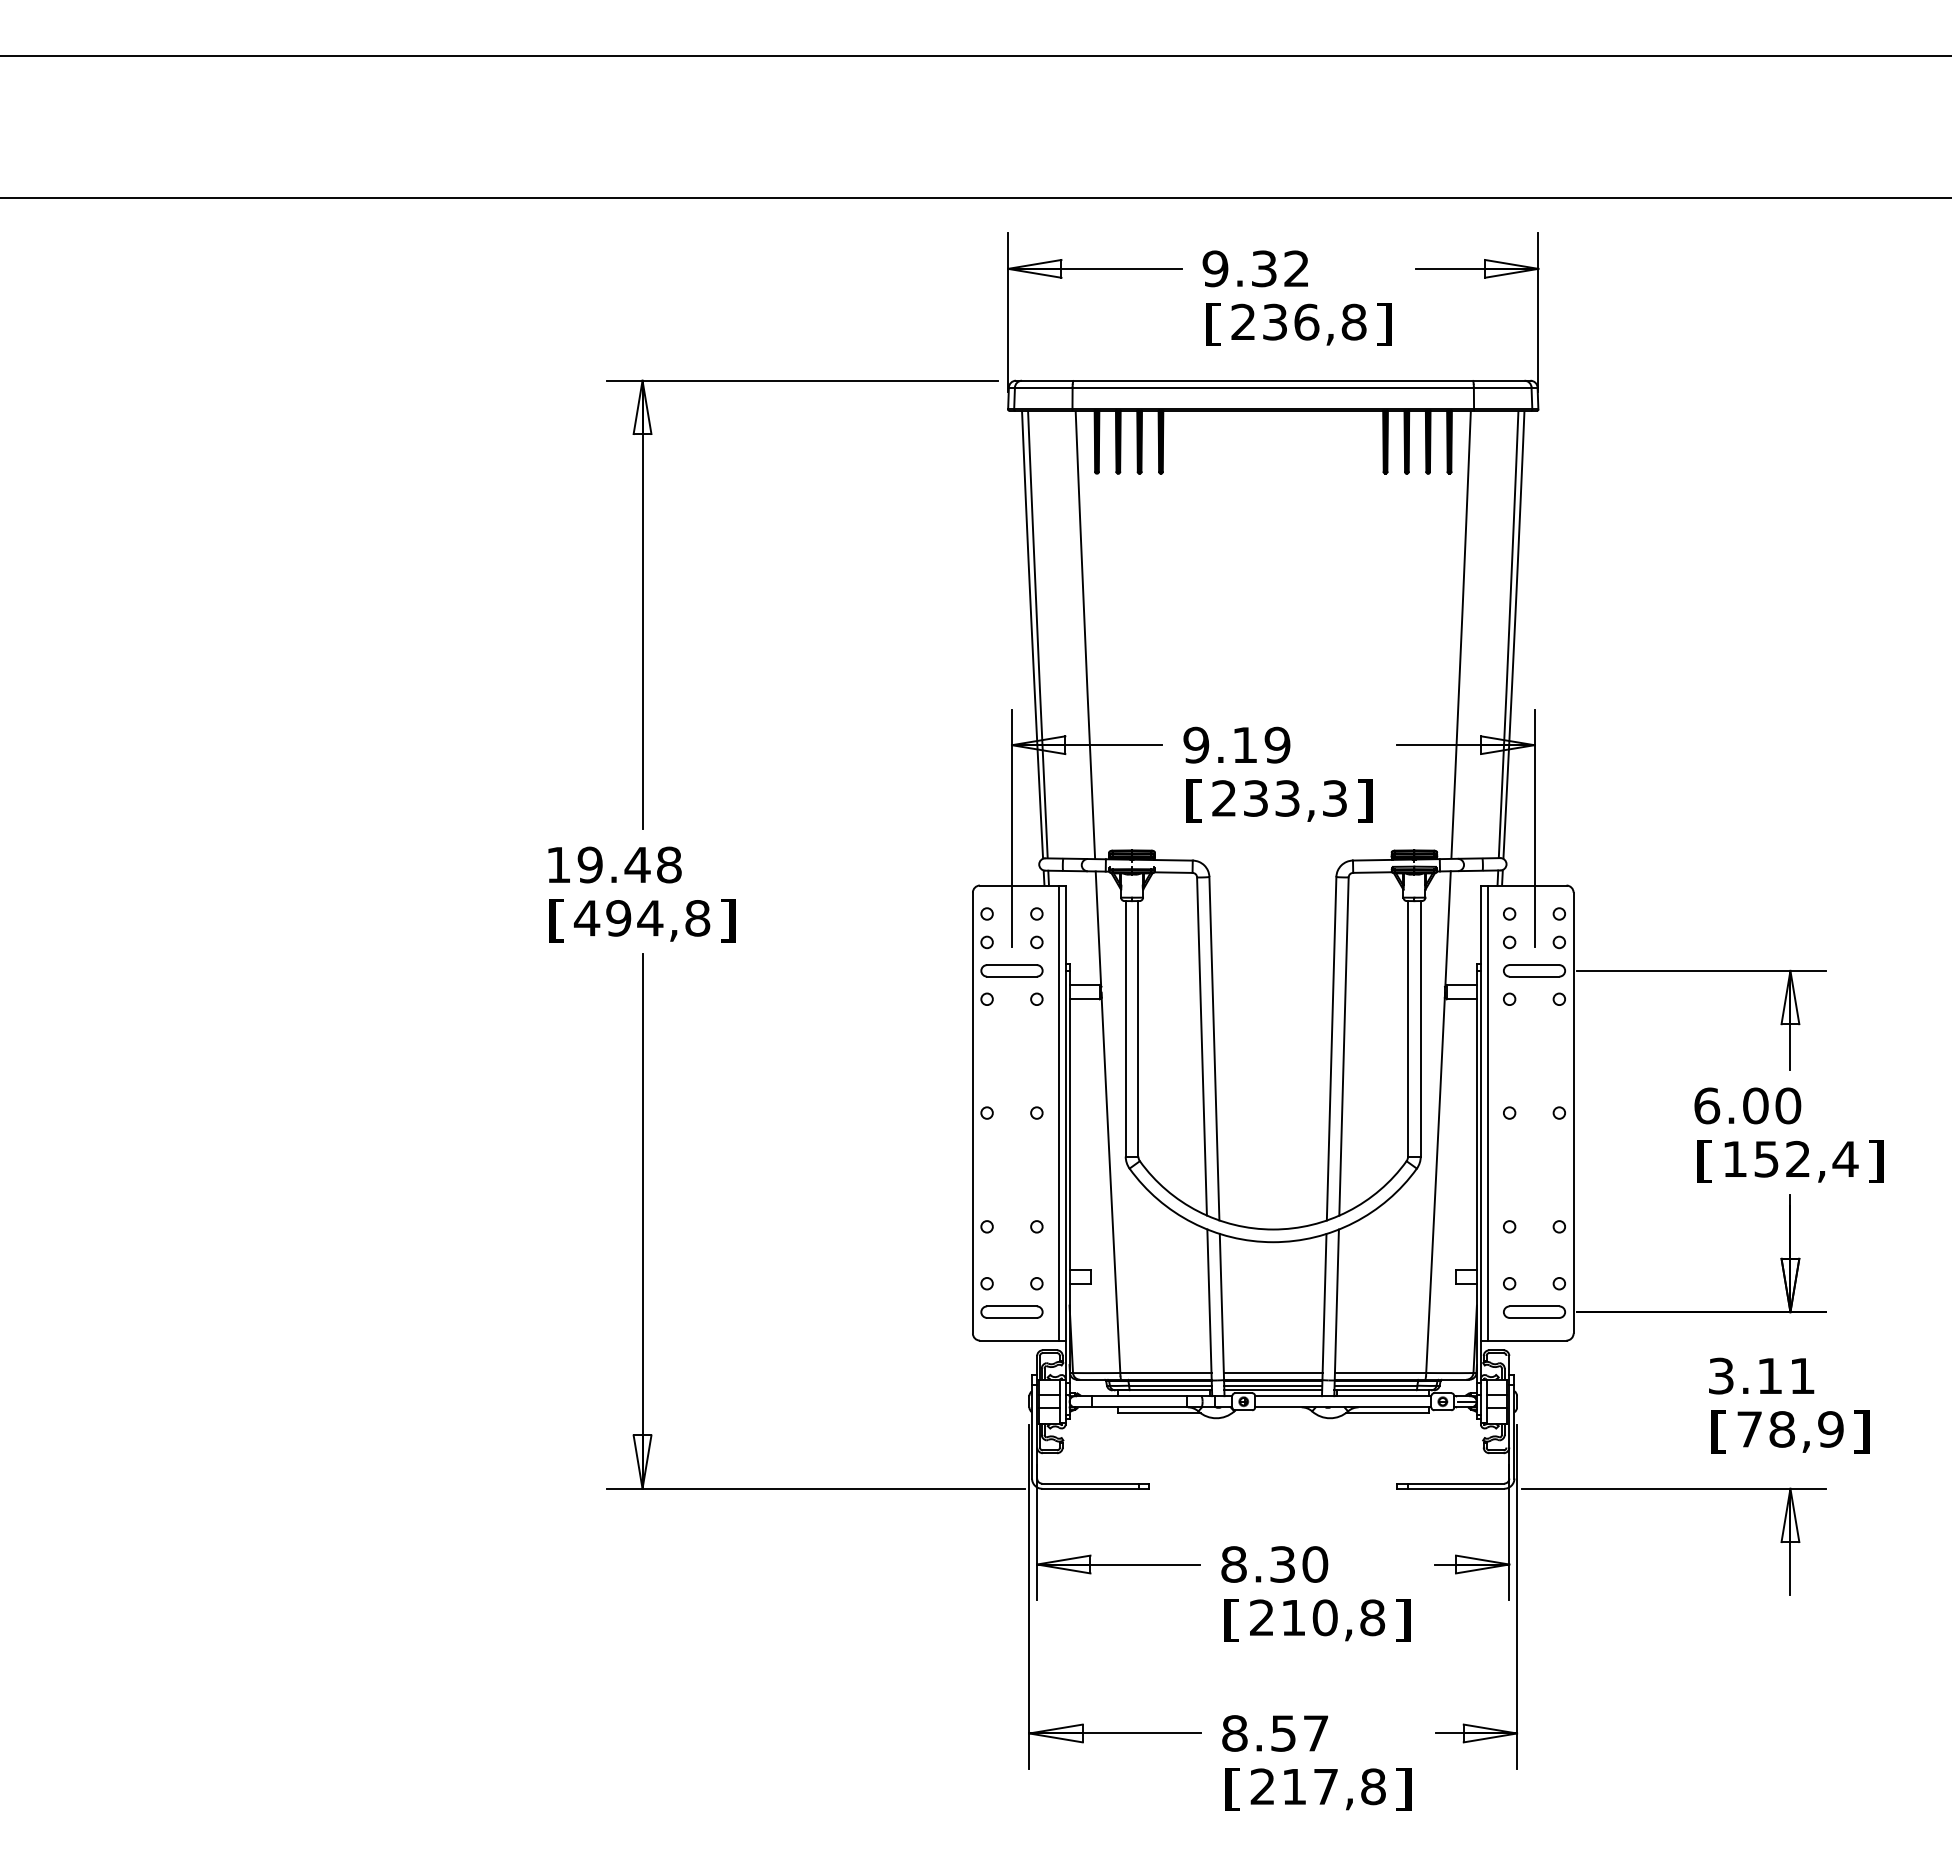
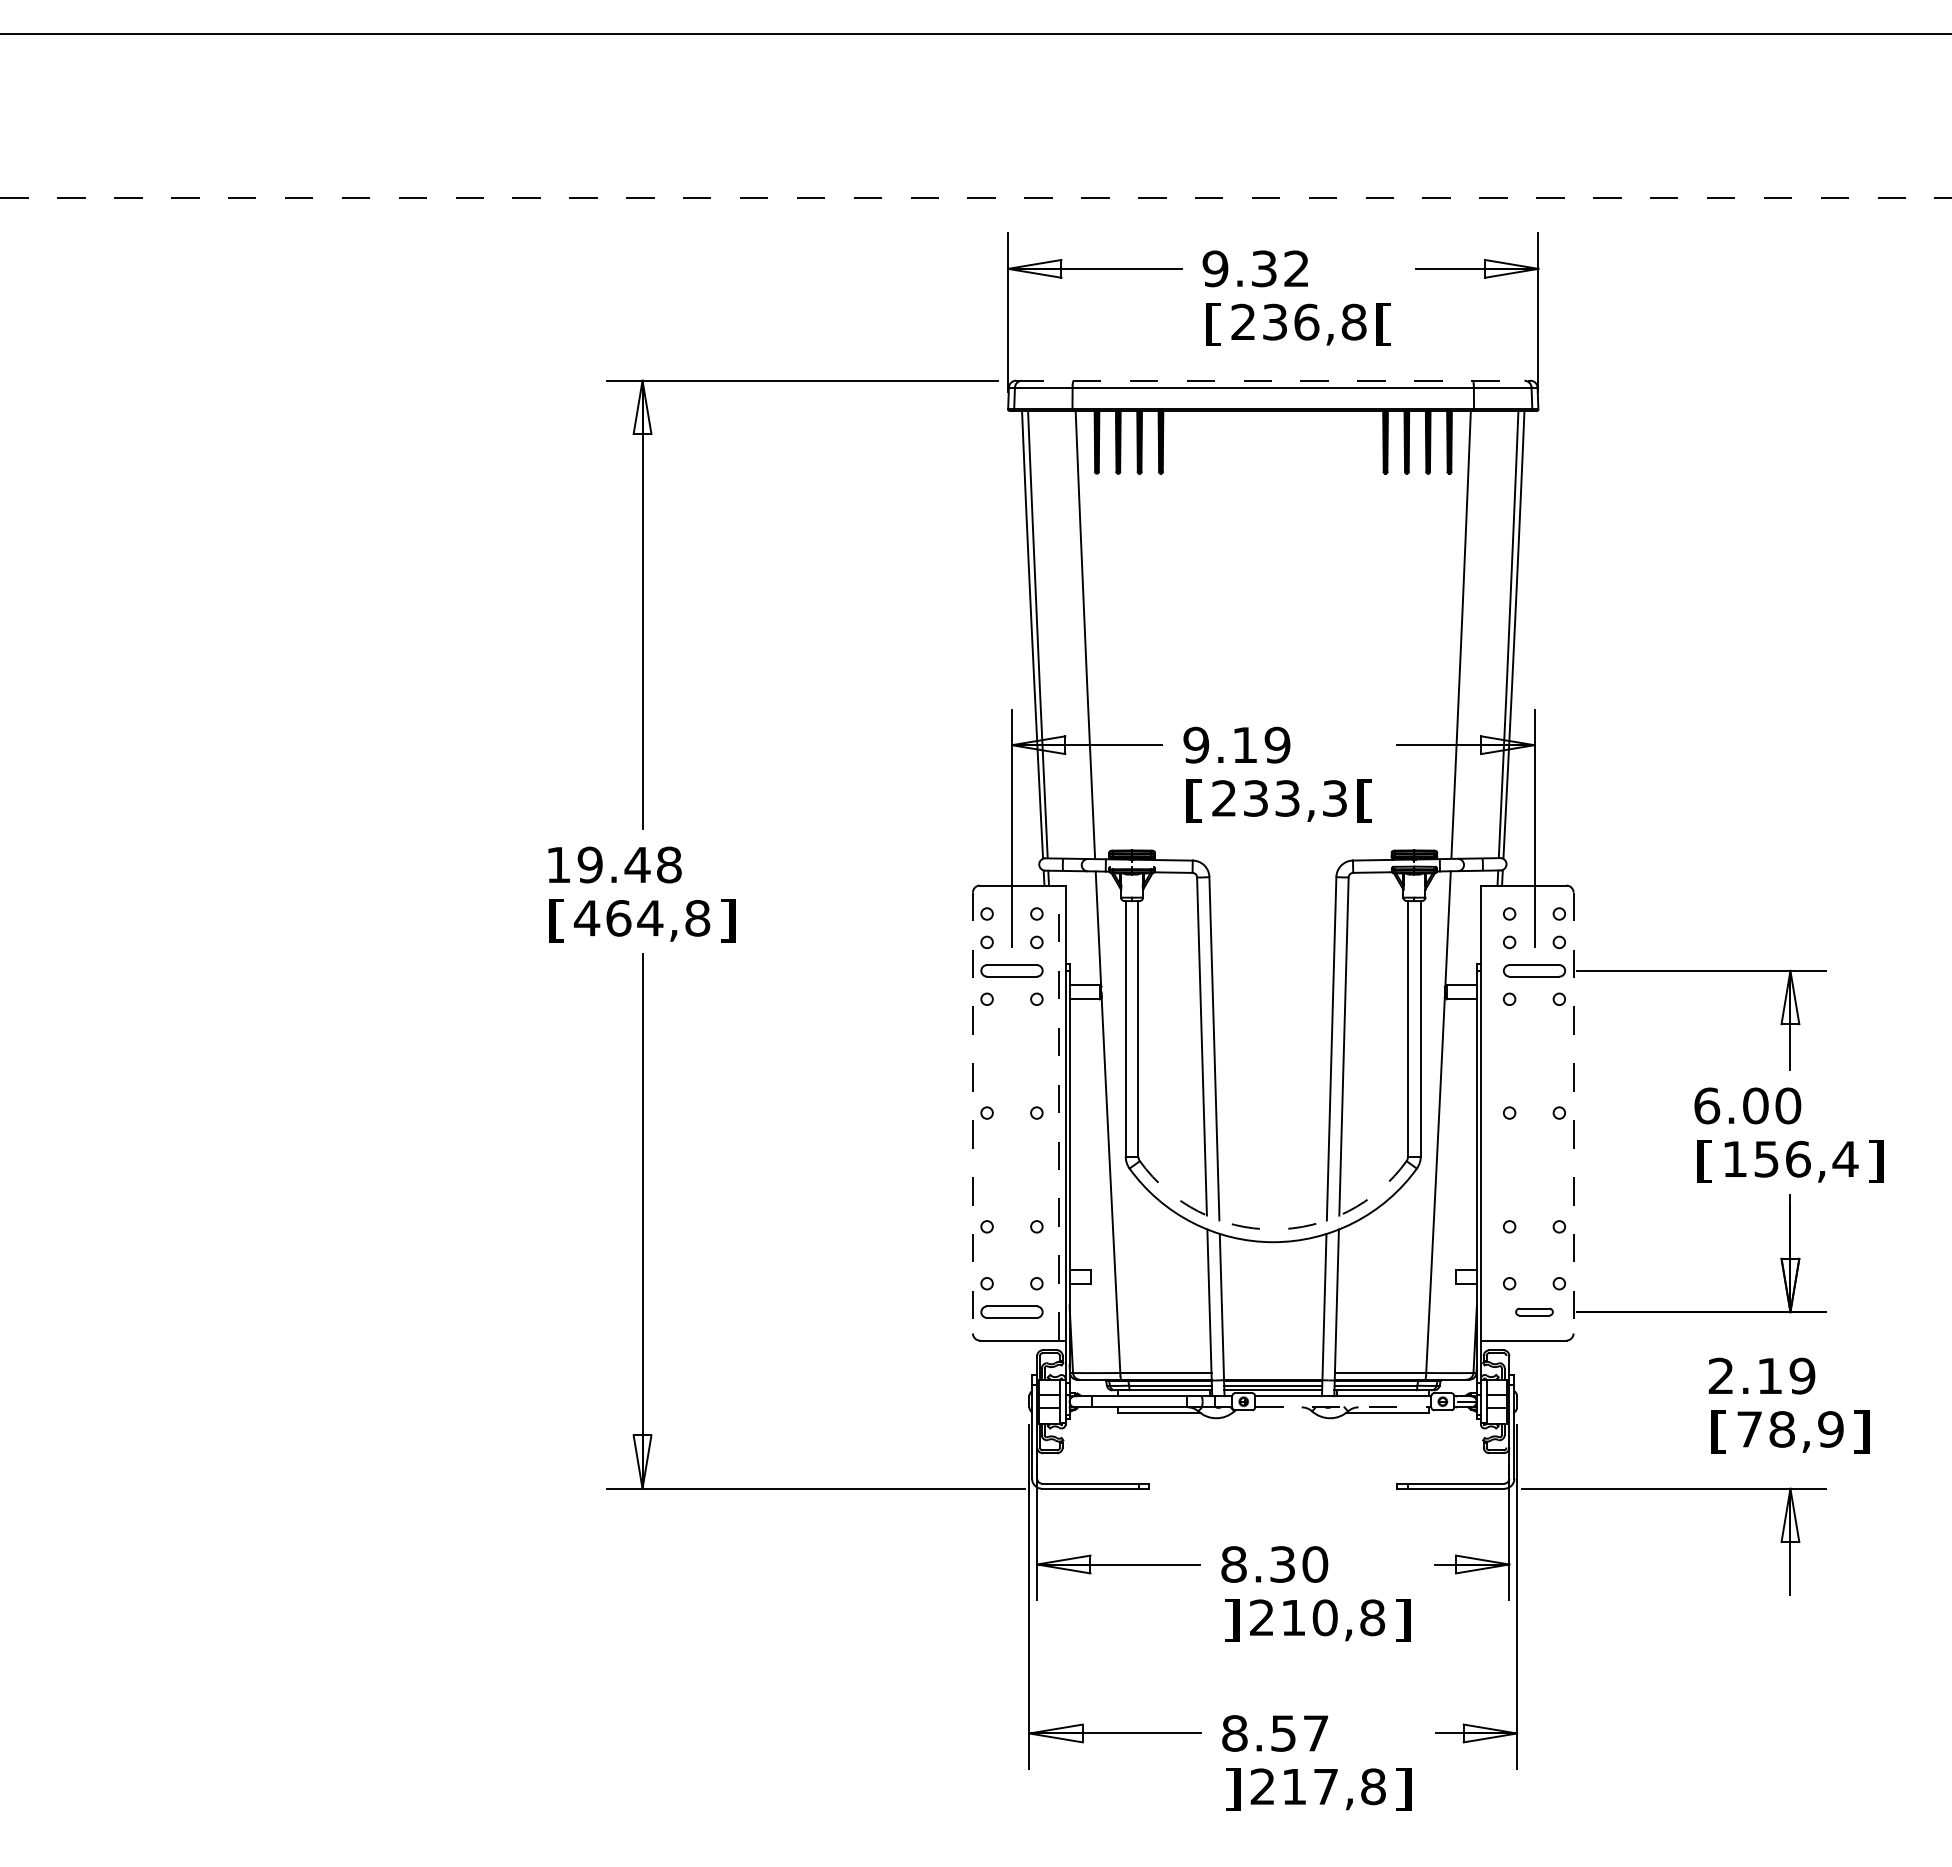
line at (975, 55) position: (975, 55) -> (975, 33)
line at (976, 198): solid -> dashed
text at (1383, 324): ] -> [
line at (1273, 380): solid -> dashed
text at (1364, 800): ] -> [
text at (618, 918): 494,8 -> 464,8
line at (1488, 1112): present -> none
line at (972, 1113): solid -> dashed
line at (1058, 1113): solid -> dashed
line at (1573, 1113): solid -> dashed
text at (1798, 1158): 152,4 -> 156,4
arc at (1273, 1229): solid -> dashed
part at (1534, 1311) size: 63x14 px -> 39x10 px
line at (1272, 1372): present -> none
text at (1761, 1375): 3.11 -> 2.19
line at (1343, 1407): solid -> dashed
text at (1231, 1620): [ -> ]
text at (1232, 1789): [ -> ]
